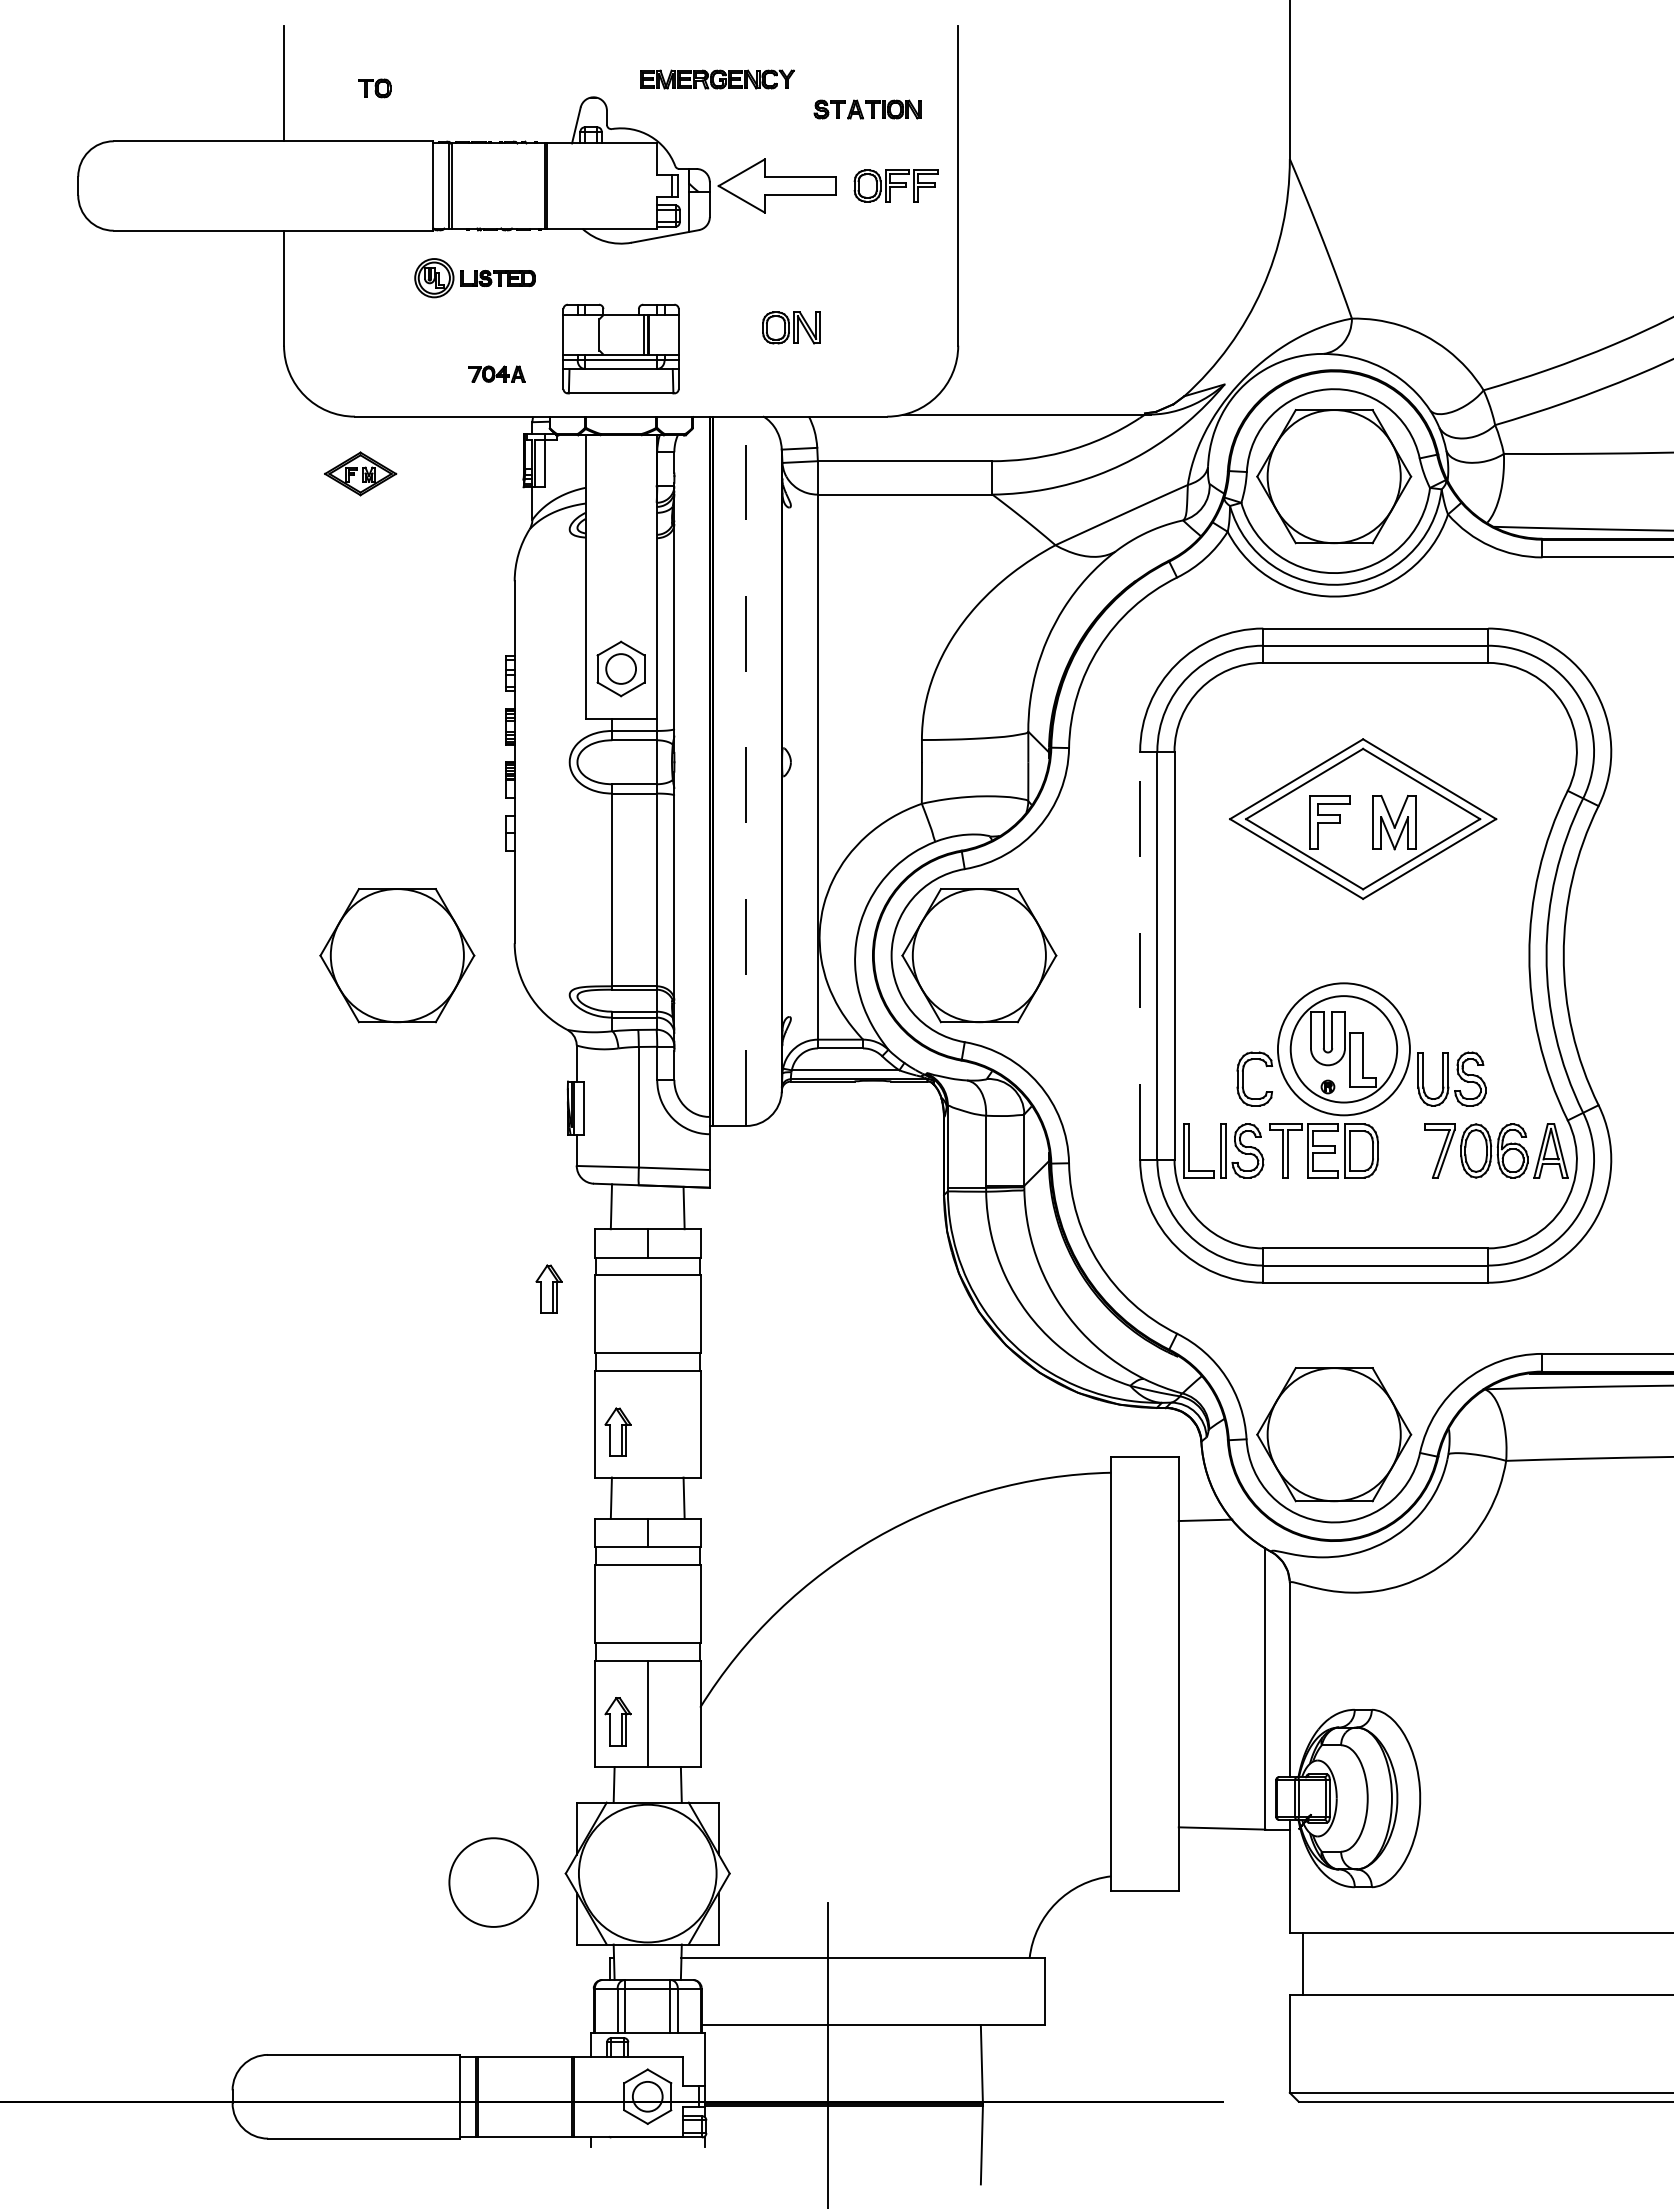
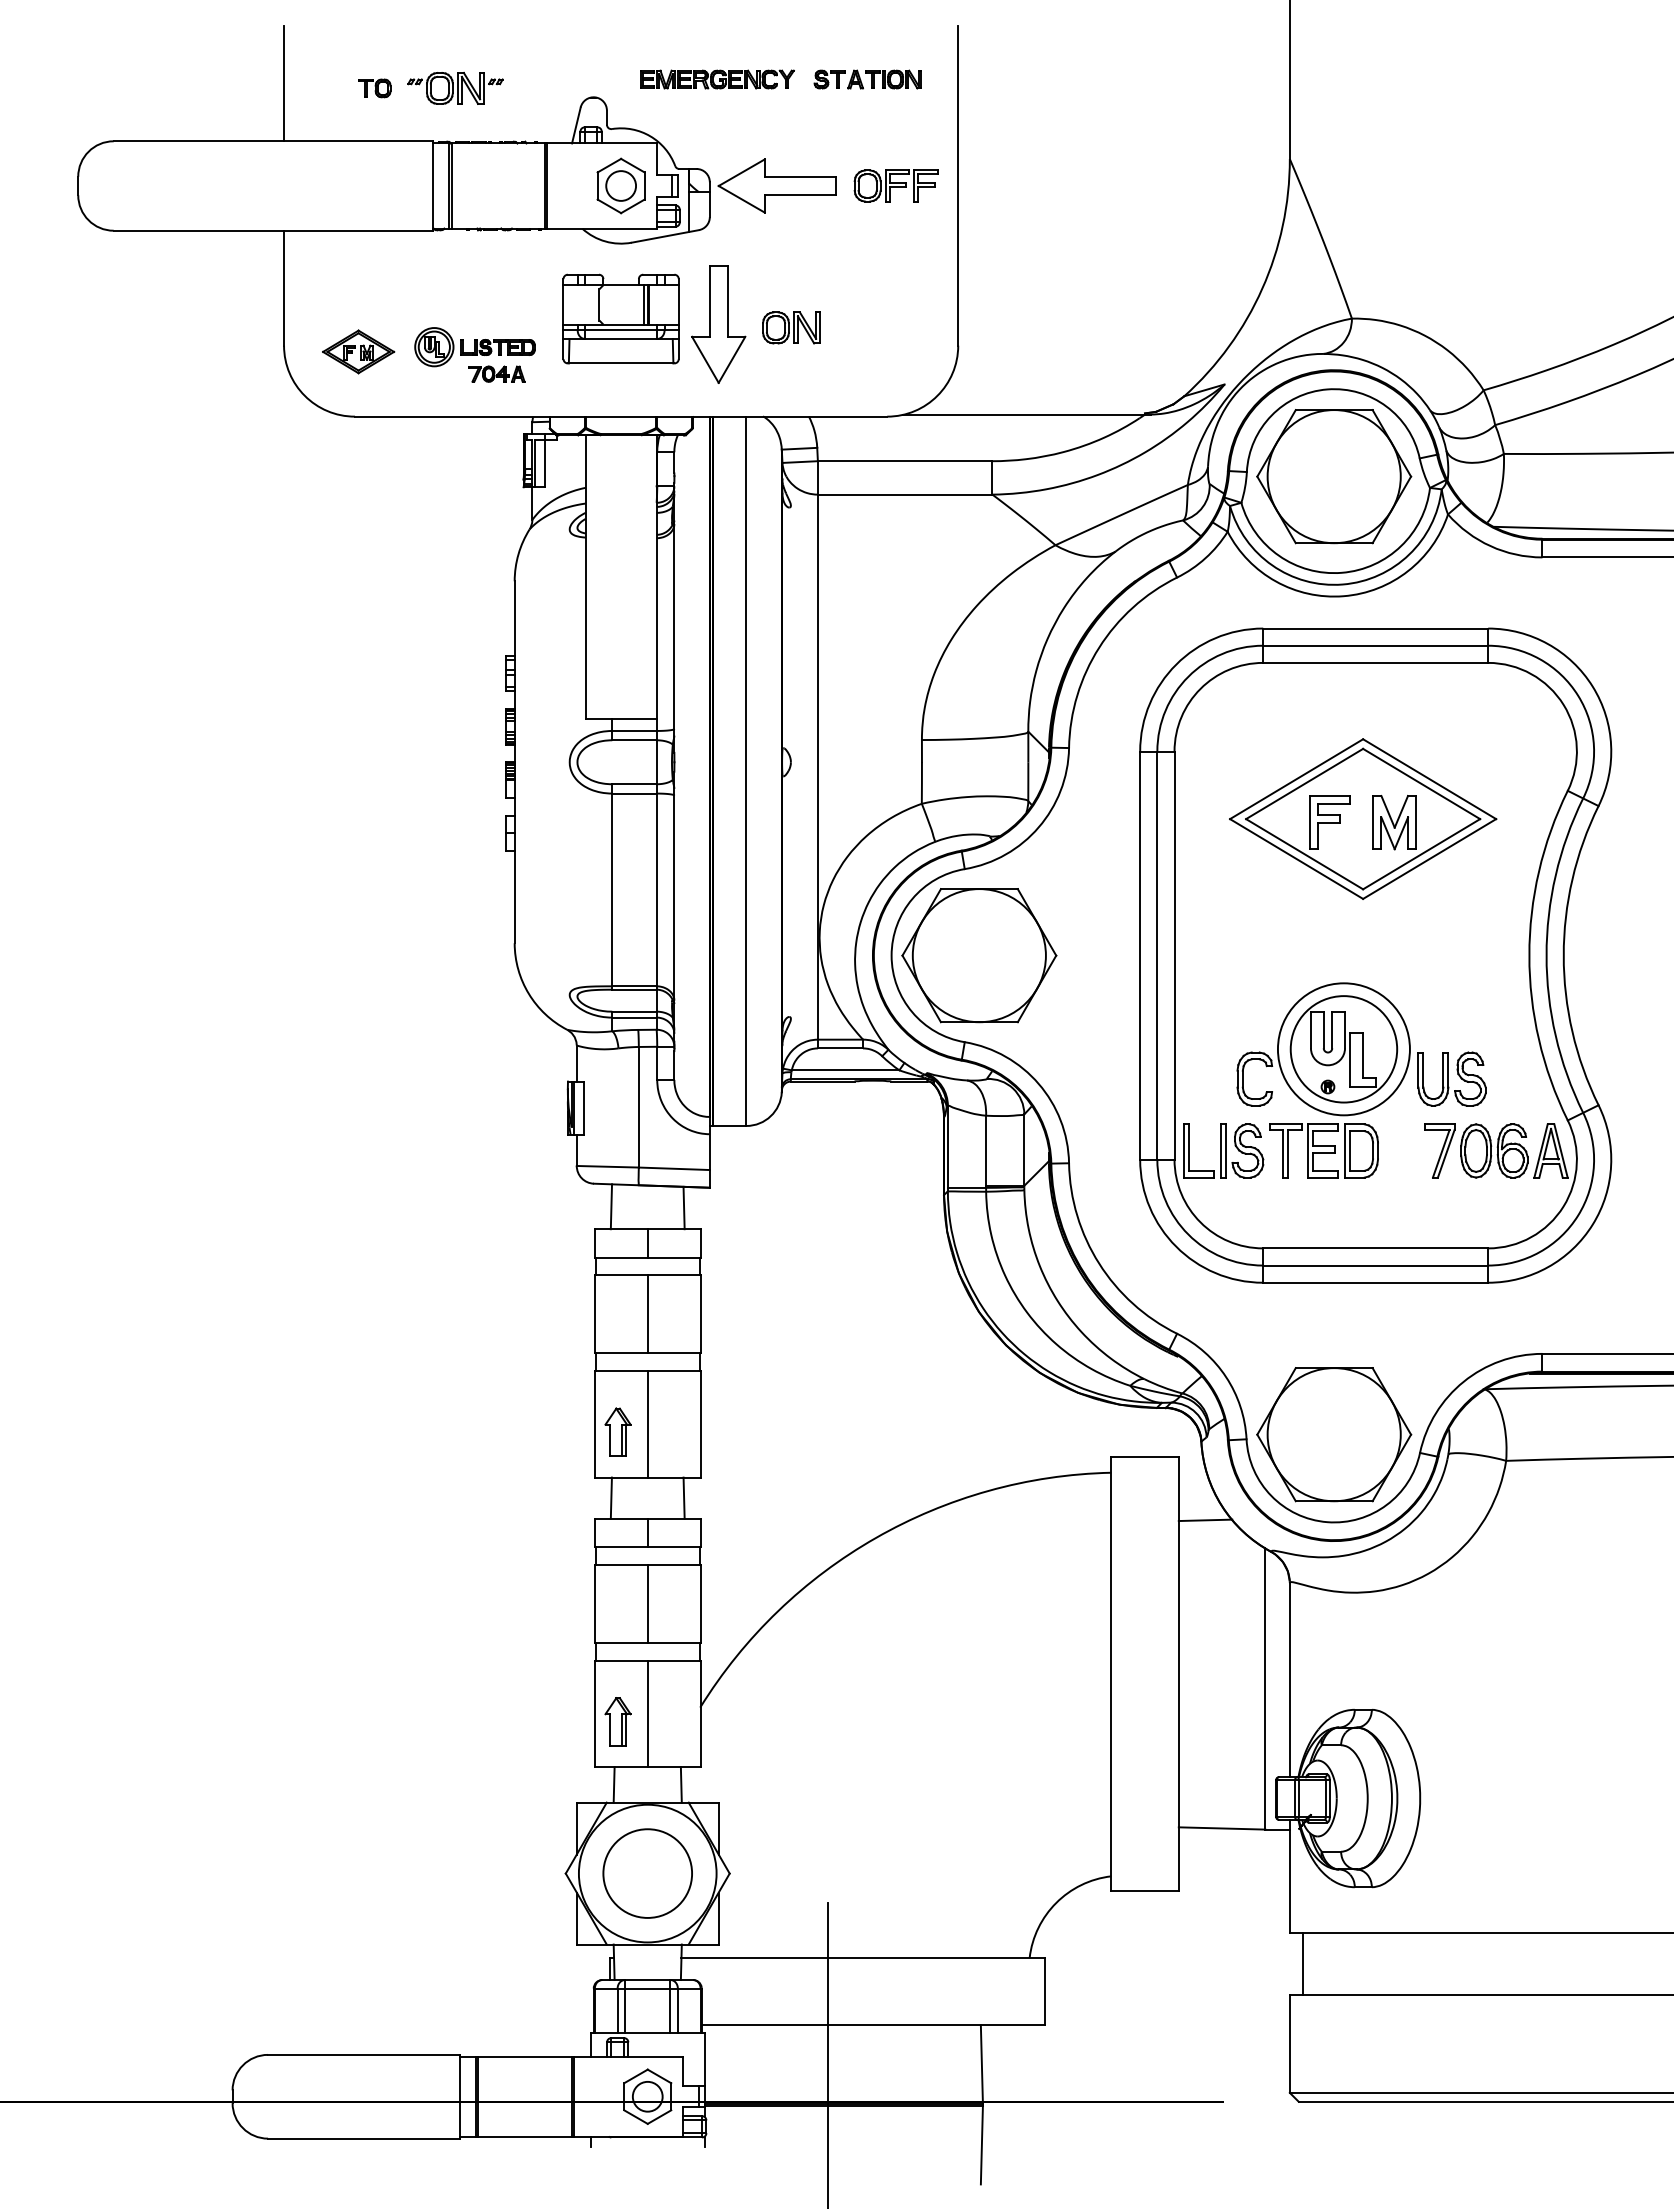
part at (455, 88): none -> present
part at (867, 109) position: (867, 109) -> (867, 79)
part at (474, 278) position: (474, 278) -> (474, 347)
part at (718, 324): none -> present
part at (620, 348) position: (620, 348) -> (620, 318)
part at (360, 473) position: (360, 473) -> (358, 351)
part at (620, 668) position: (620, 668) -> (620, 185)
line at (746, 771): dashed -> solid
part at (397, 955): present -> none
line at (1140, 955): dashed -> solid
part at (548, 1288): present -> none
line at (647, 1314): none -> present
line at (647, 1424): none -> present
line at (647, 1603): none -> present
circle at (493, 1882) position: (493, 1882) -> (647, 1873)
